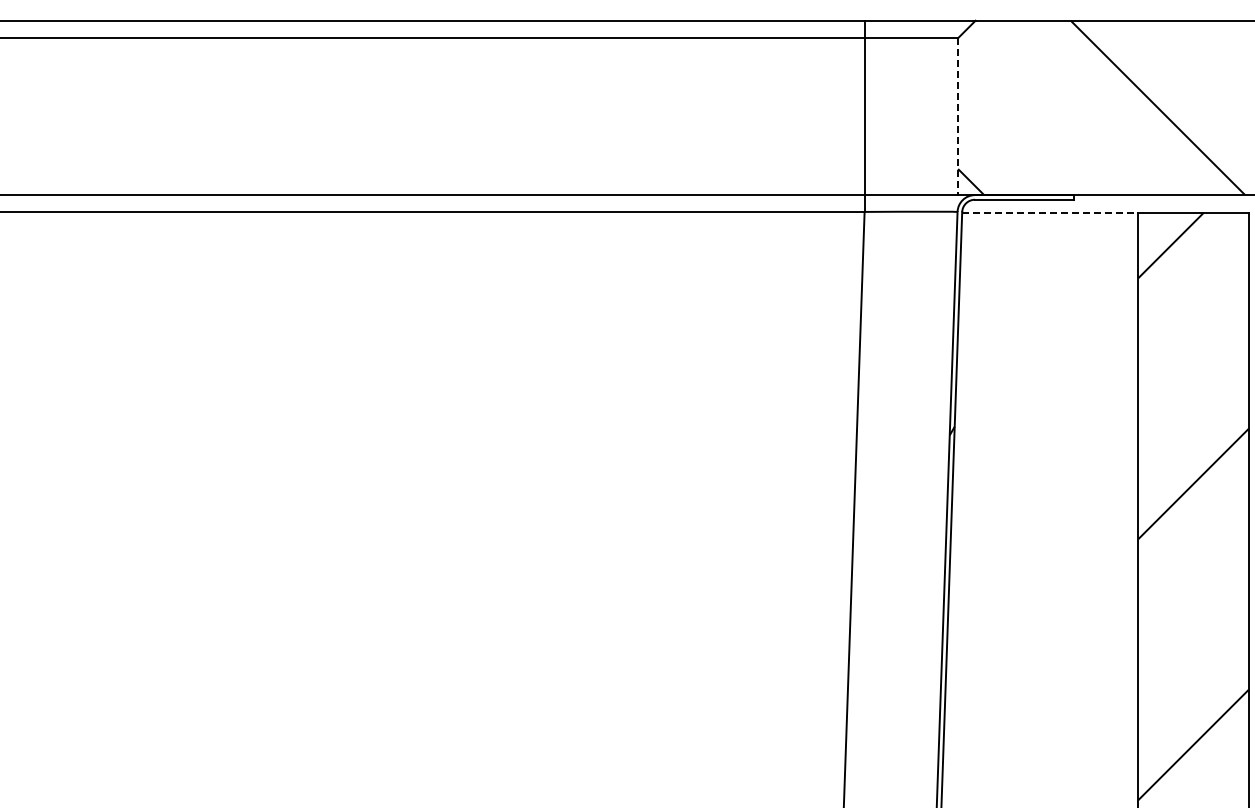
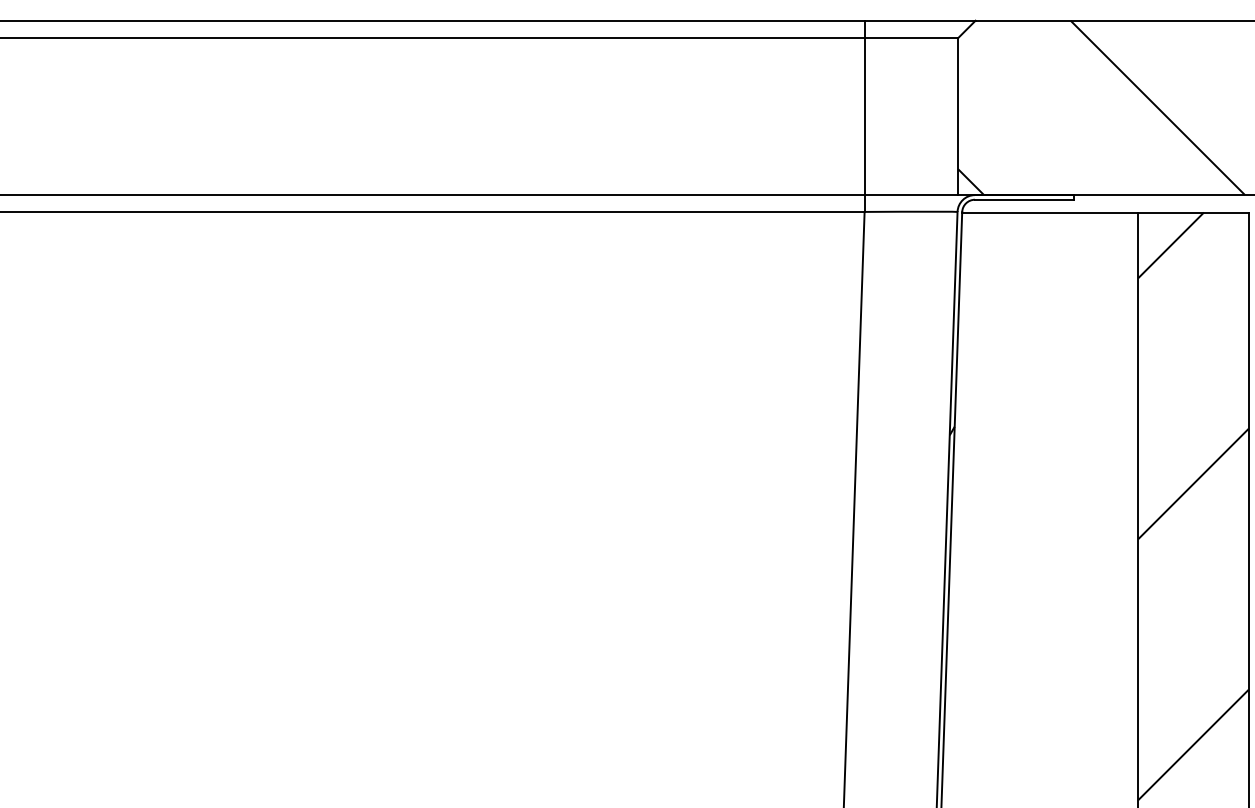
line at (958, 117): dashed -> solid
line at (1050, 212): dashed -> solid
